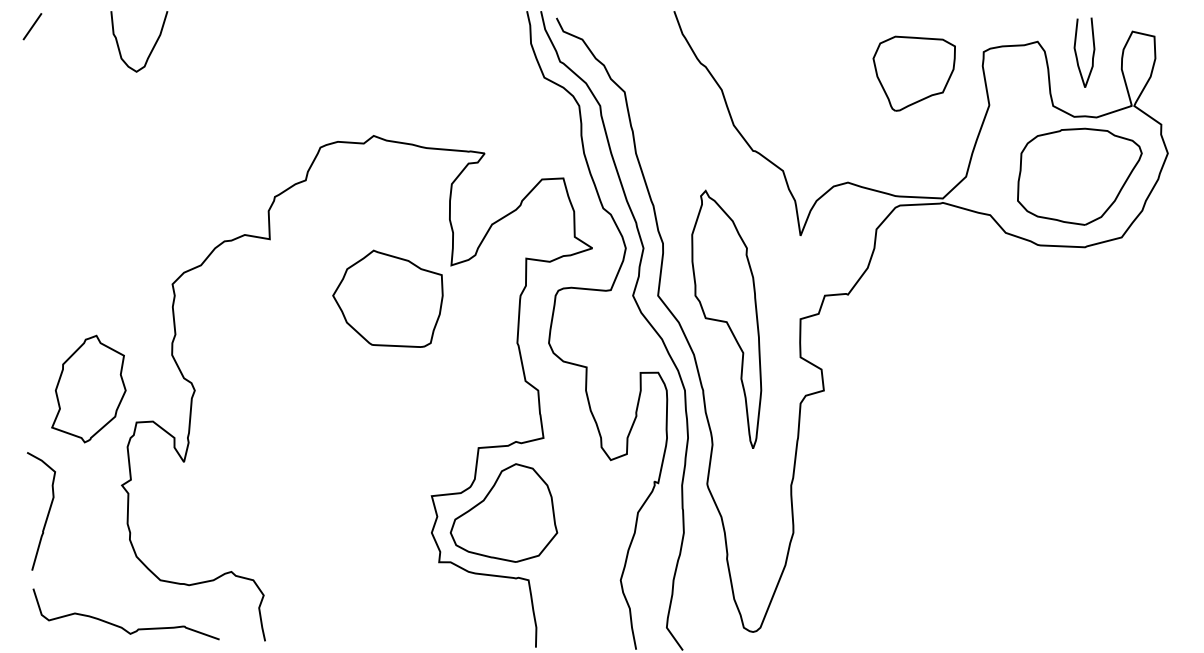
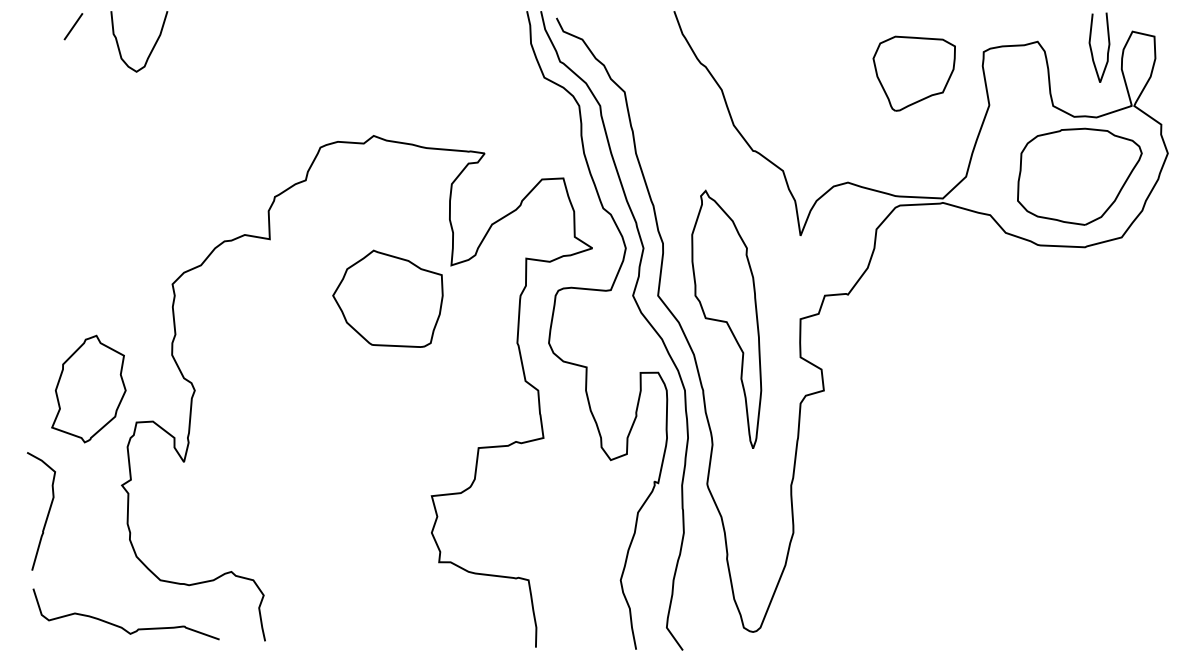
line at (32, 26) position: (32, 26) -> (73, 26)
curve at (1077, 55) position: (1077, 55) -> (1092, 50)
part at (503, 512): present -> none
